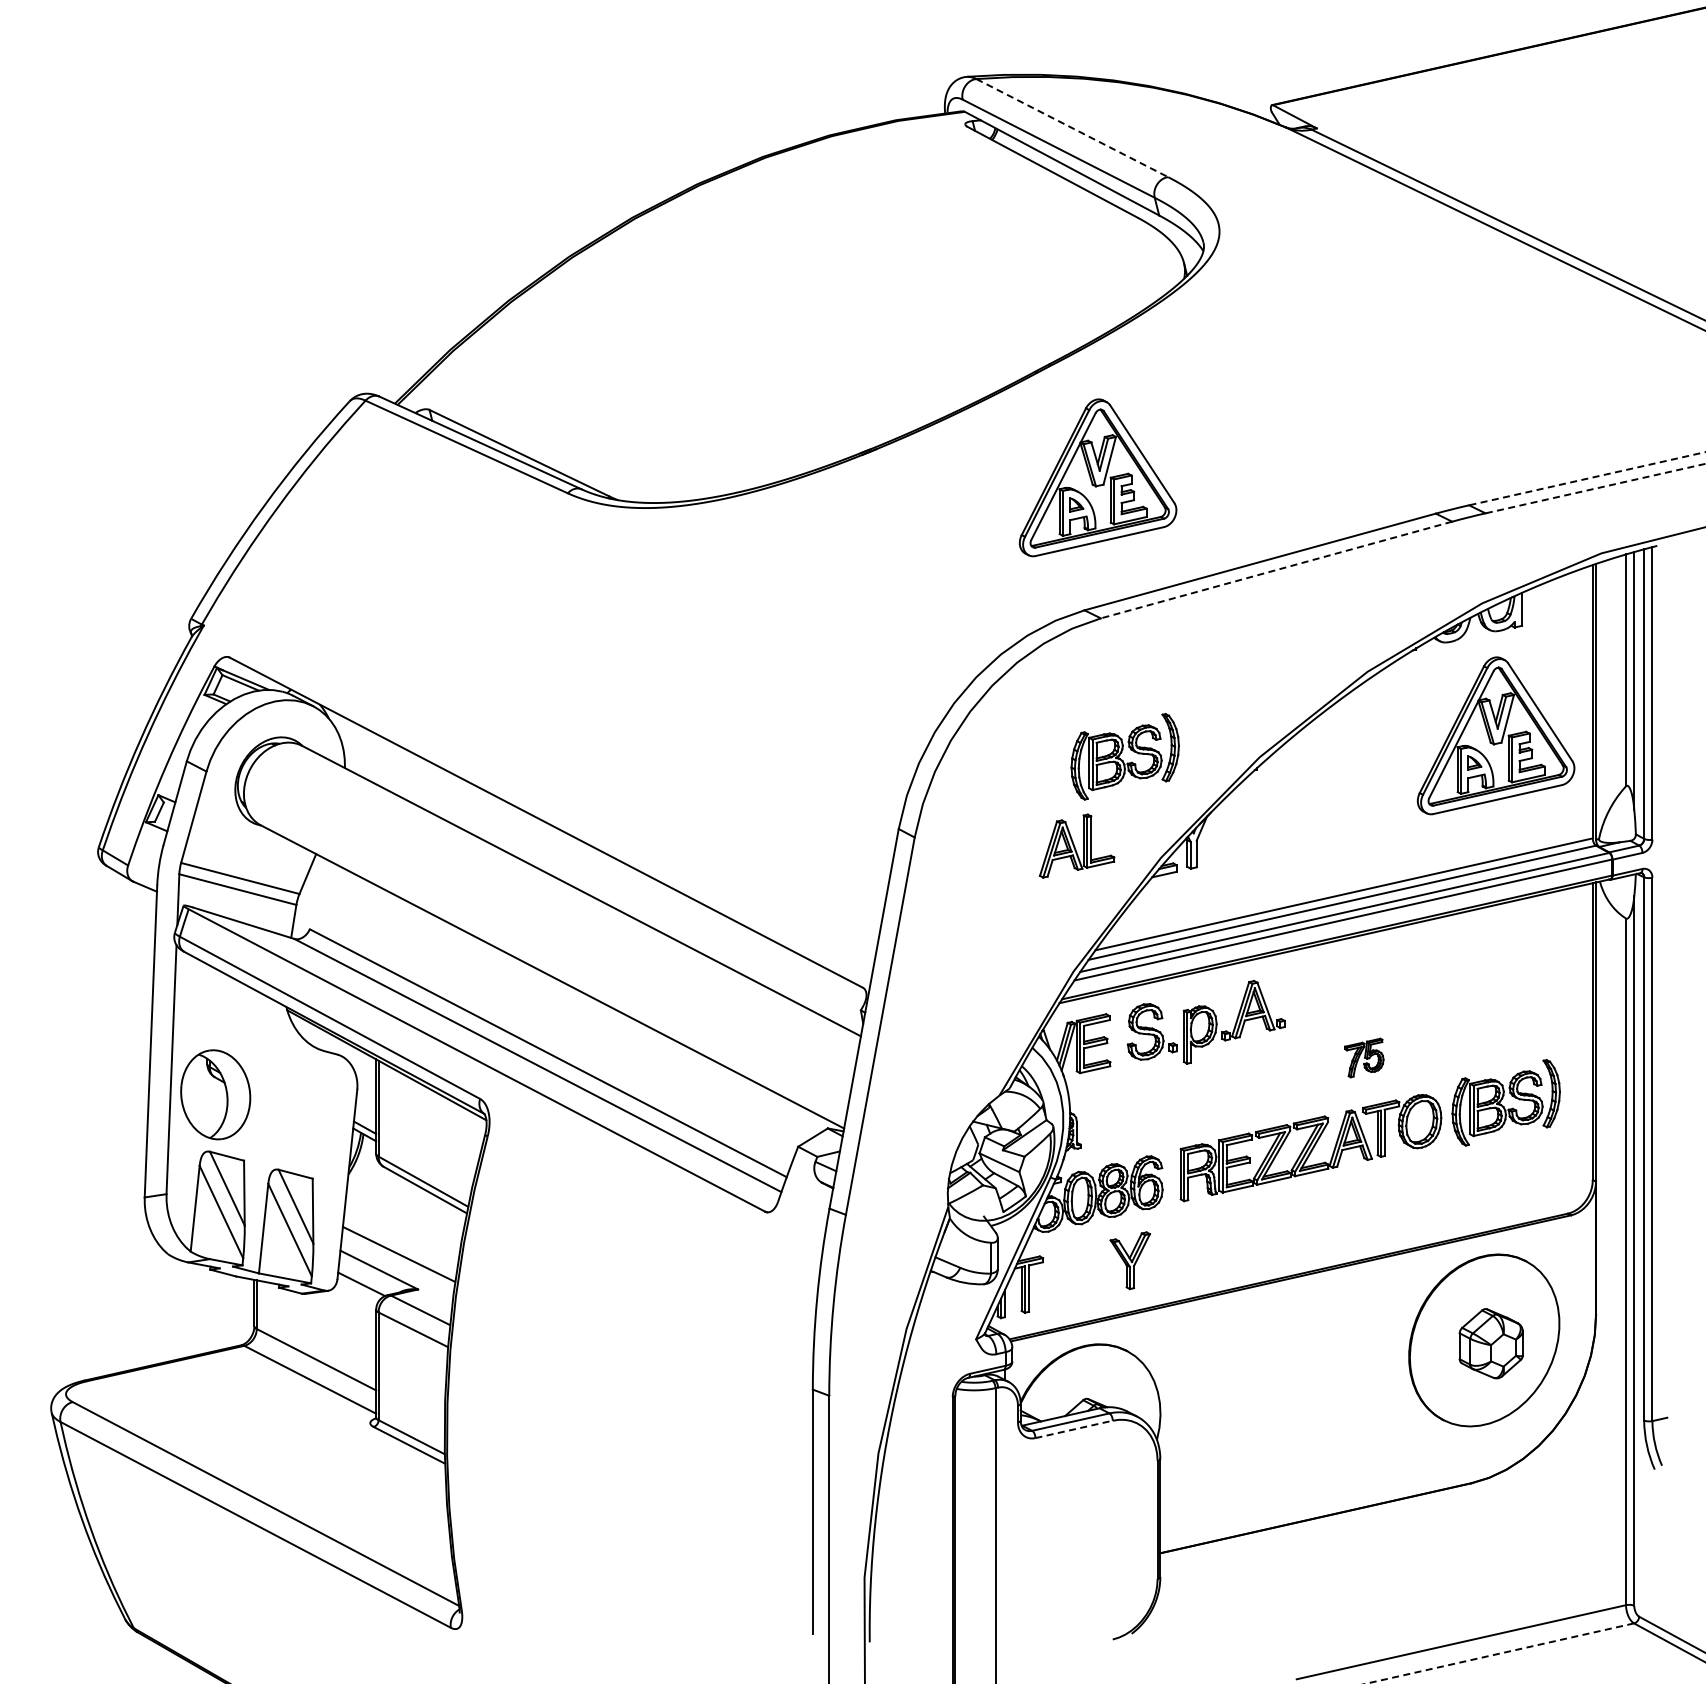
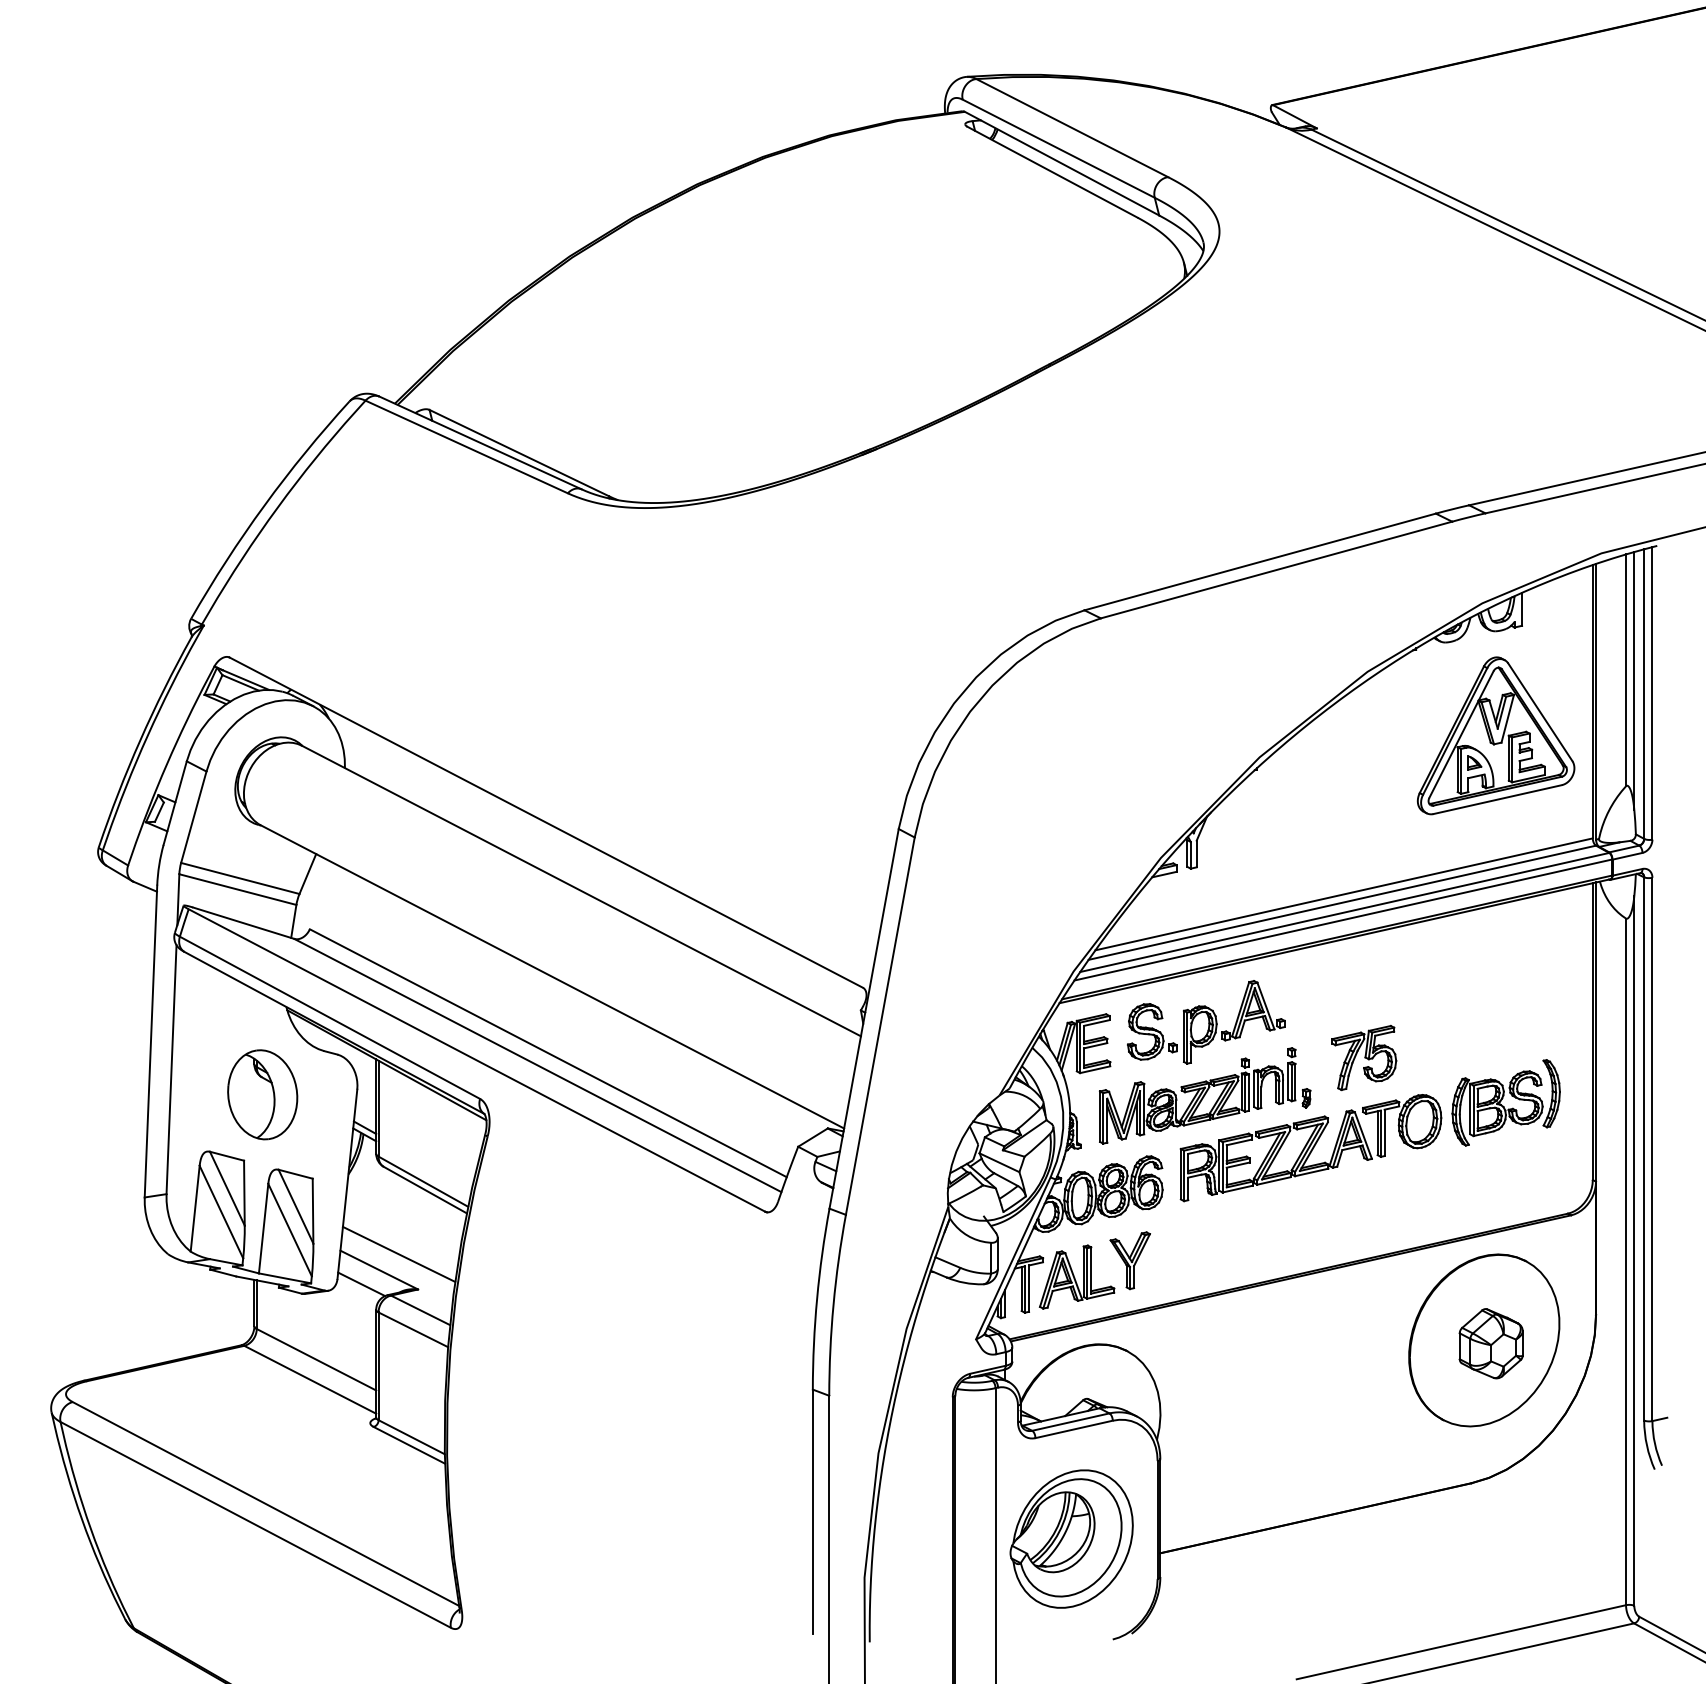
line at (1072, 128): dashed -> solid
part at (1097, 477): present -> none
line at (1587, 478): dashed -> solid
line at (1594, 488): dashed -> solid
line at (1276, 570): dashed -> solid
part at (1124, 756): present -> none
part at (1076, 845) position: (1076, 845) -> (1076, 1276)
part at (1364, 1057) size: 41x42 px -> 67x68 px
part at (215, 1094) position: (215, 1094) -> (262, 1094)
part at (1205, 1095): none -> present
line at (1074, 1429): dashed -> solid
part at (1071, 1538): none -> present
line at (1499, 1653): dashed -> solid
